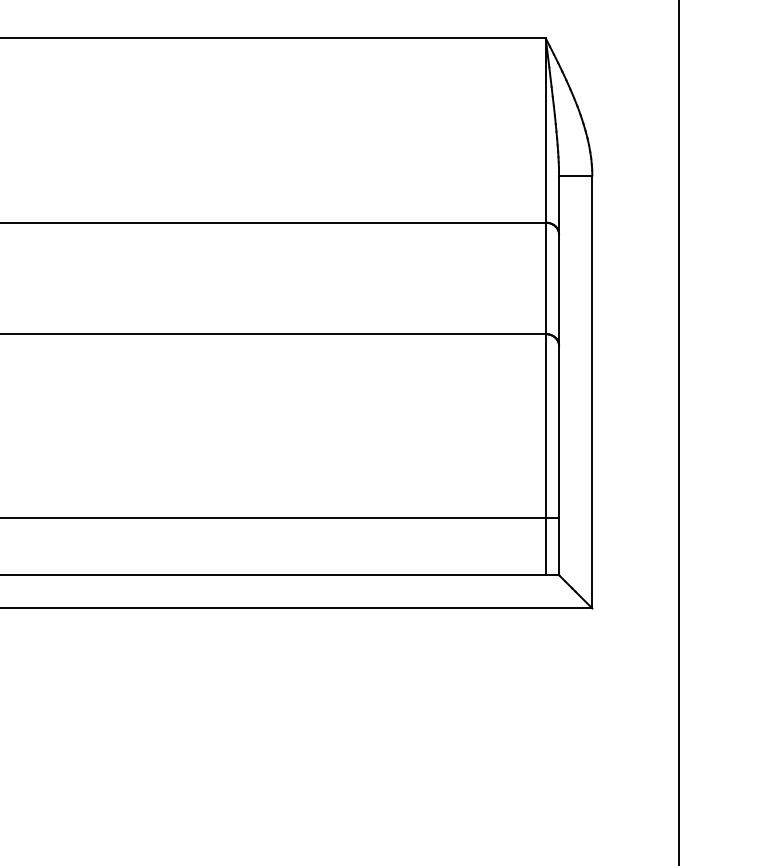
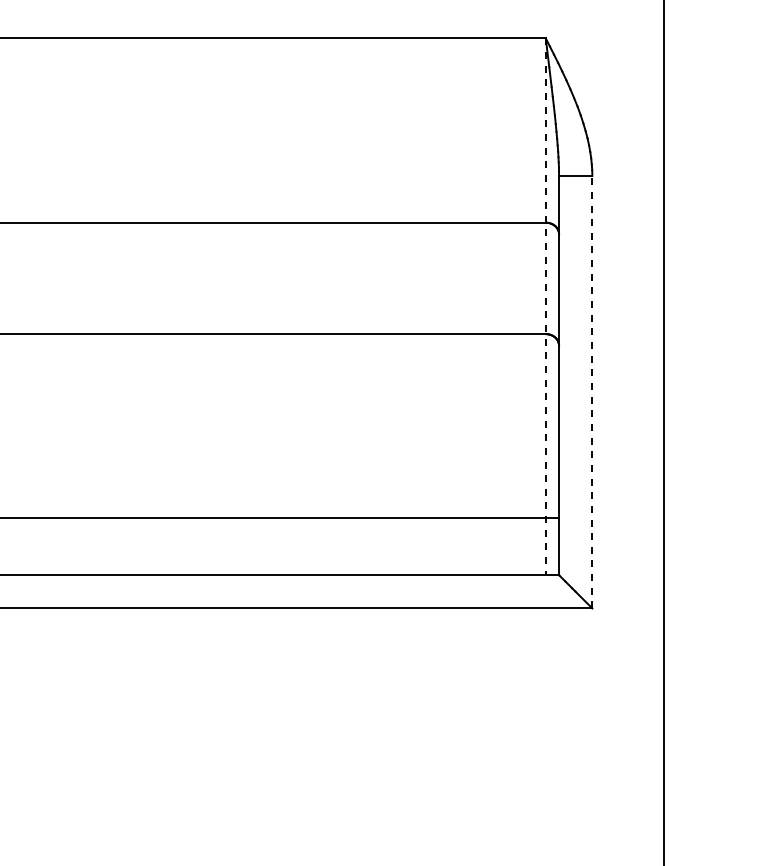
line at (545, 307): solid -> dashed
line at (592, 391): solid -> dashed
line at (678, 432) position: (678, 432) -> (663, 432)
